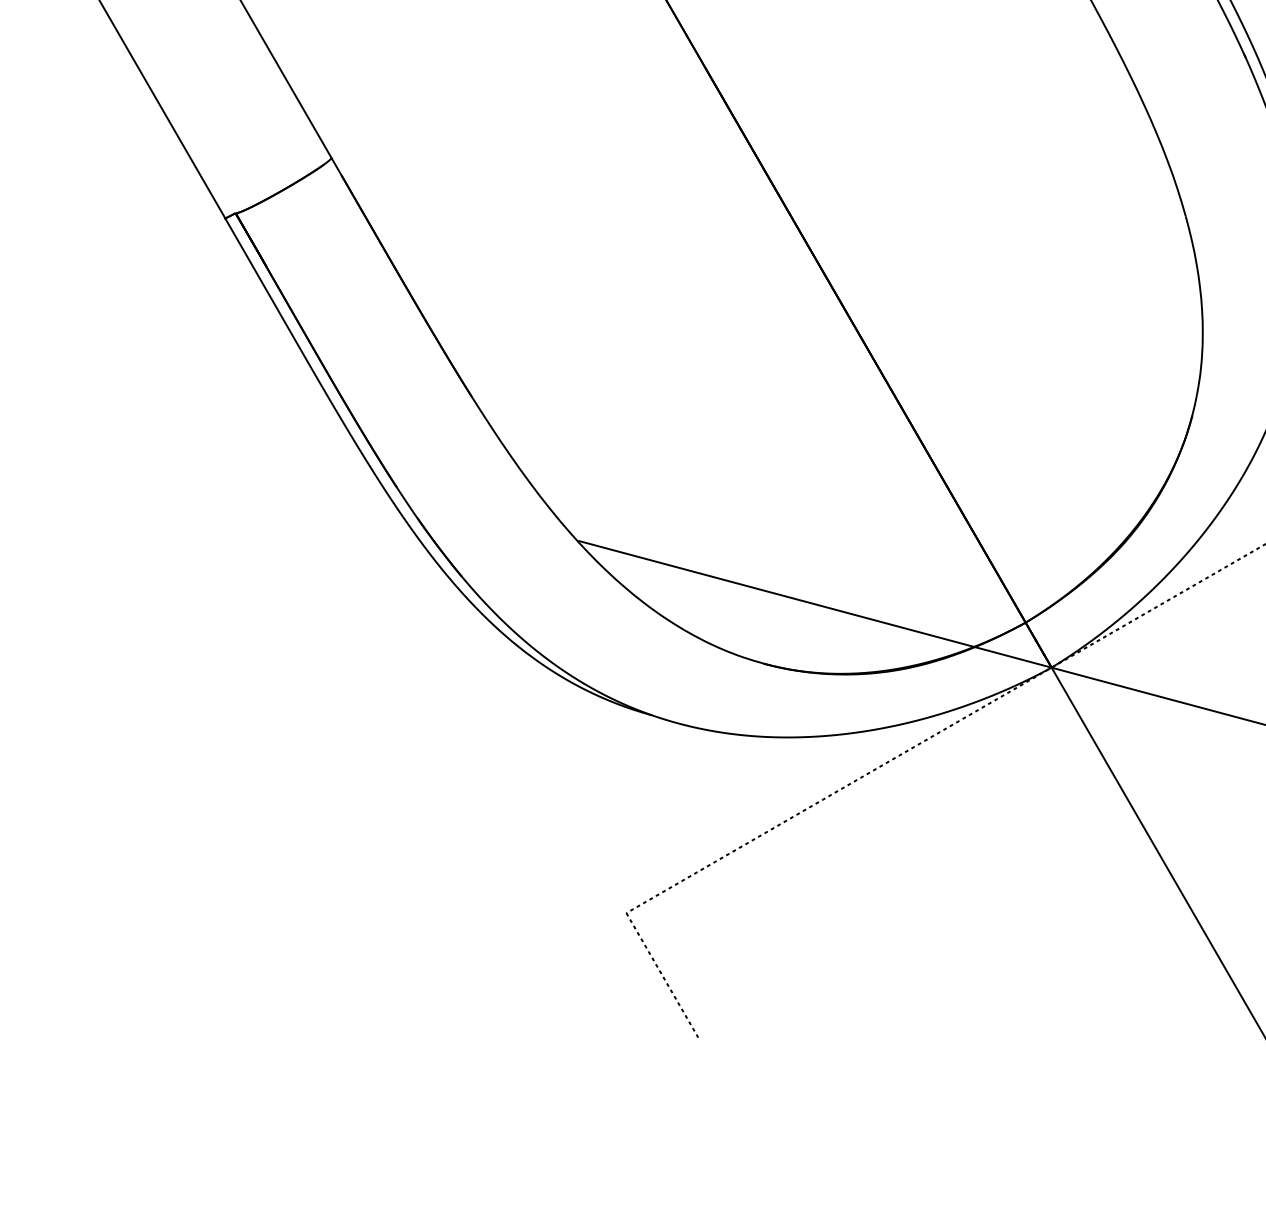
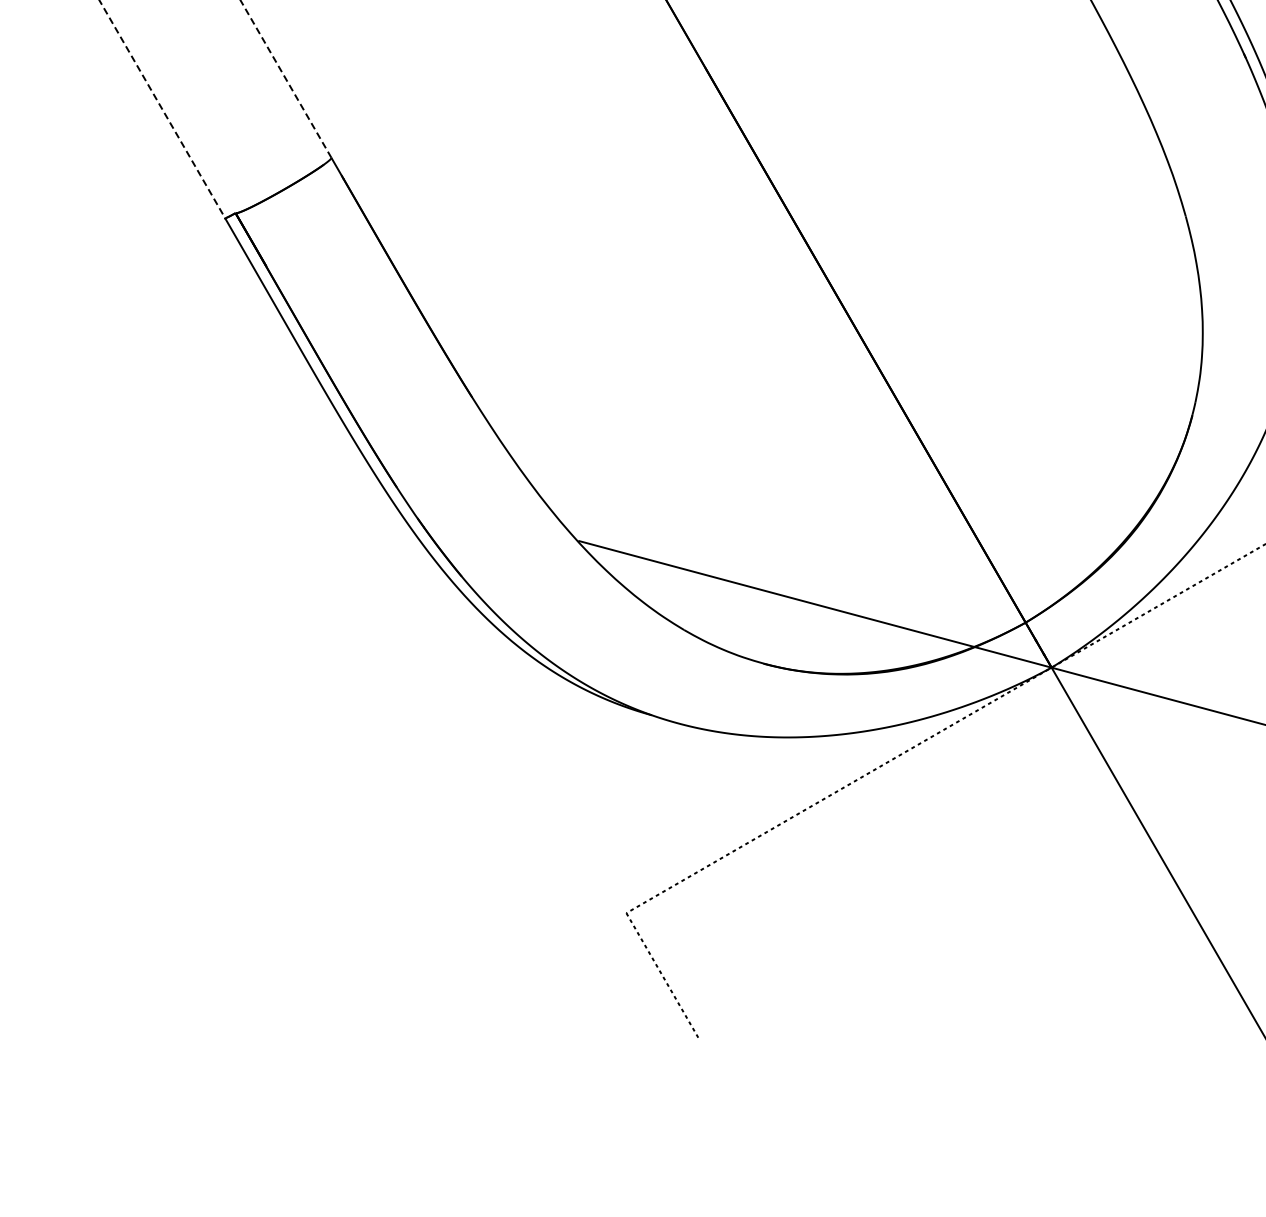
line at (285, 79): solid -> dashed
line at (162, 109): solid -> dashed
